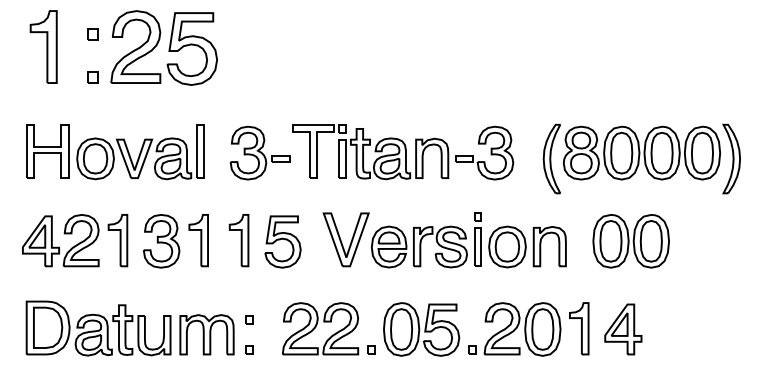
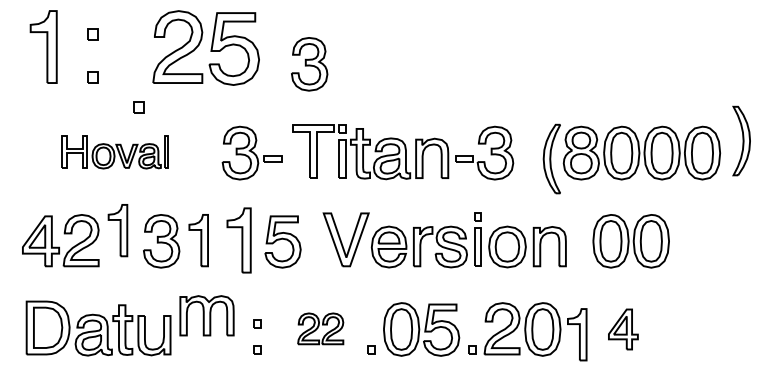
part at (163, 47) position: (163, 47) -> (205, 47)
part at (309, 64): none -> present
part at (138, 107): none -> present
part at (115, 152) size: 179x57 px -> 108x35 px
part at (259, 152) position: (259, 152) -> (251, 152)
part at (731, 158) position: (731, 158) -> (741, 140)
part at (117, 240) position: (117, 240) -> (117, 230)
part at (238, 240) size: 22x54 px -> 26x67 px
part at (249, 319) position: (249, 319) -> (257, 323)
part at (320, 328) size: 78x54 px -> 48x34 px
part at (579, 328) position: (579, 328) -> (577, 334)
part at (623, 329) size: 39x53 px -> 31x43 px
part at (206, 334) position: (206, 334) -> (206, 315)
part at (249, 349) position: (249, 349) -> (257, 349)
